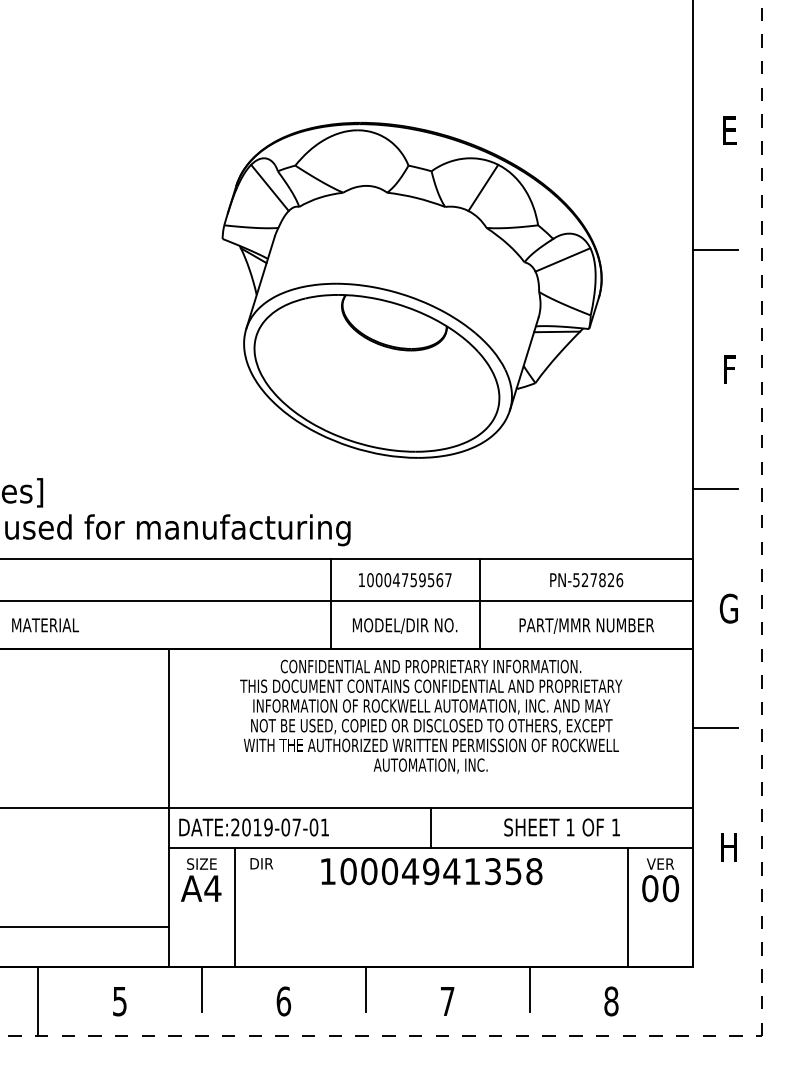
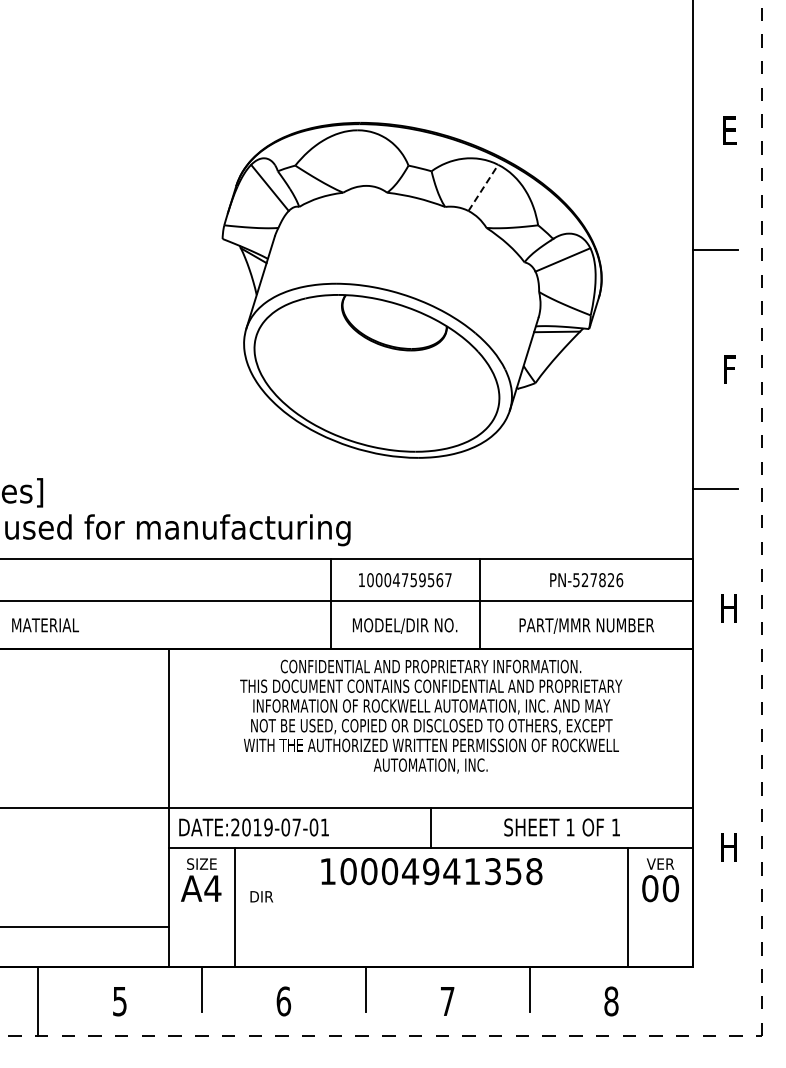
line at (483, 187): solid -> dashed
text at (728, 608): G -> H
line at (715, 728): present -> none
text at (261, 863) position: (261, 863) -> (261, 896)
